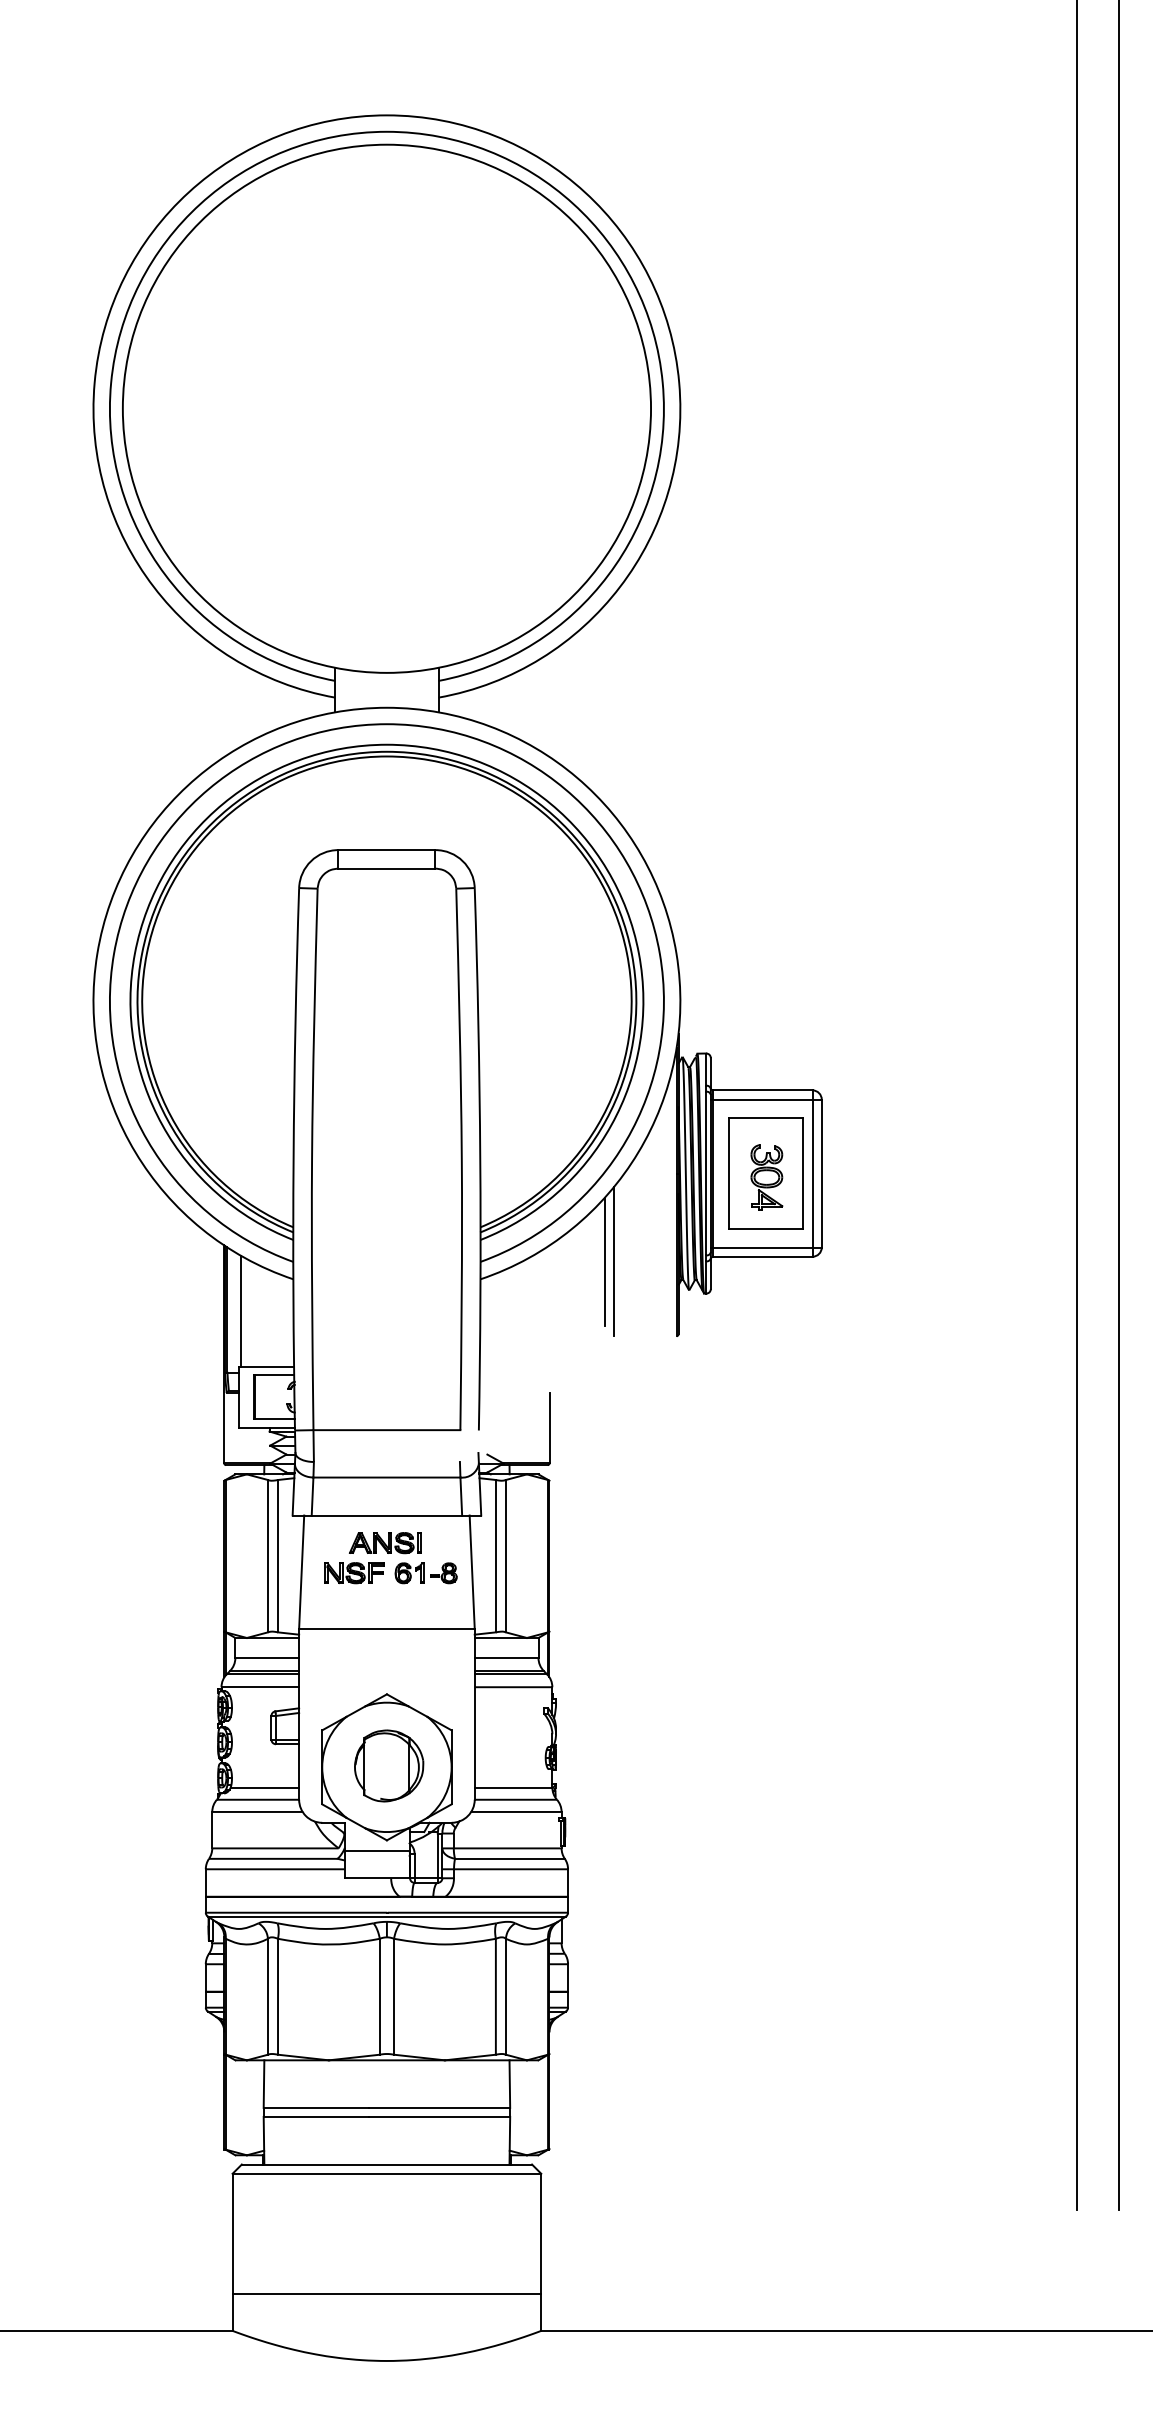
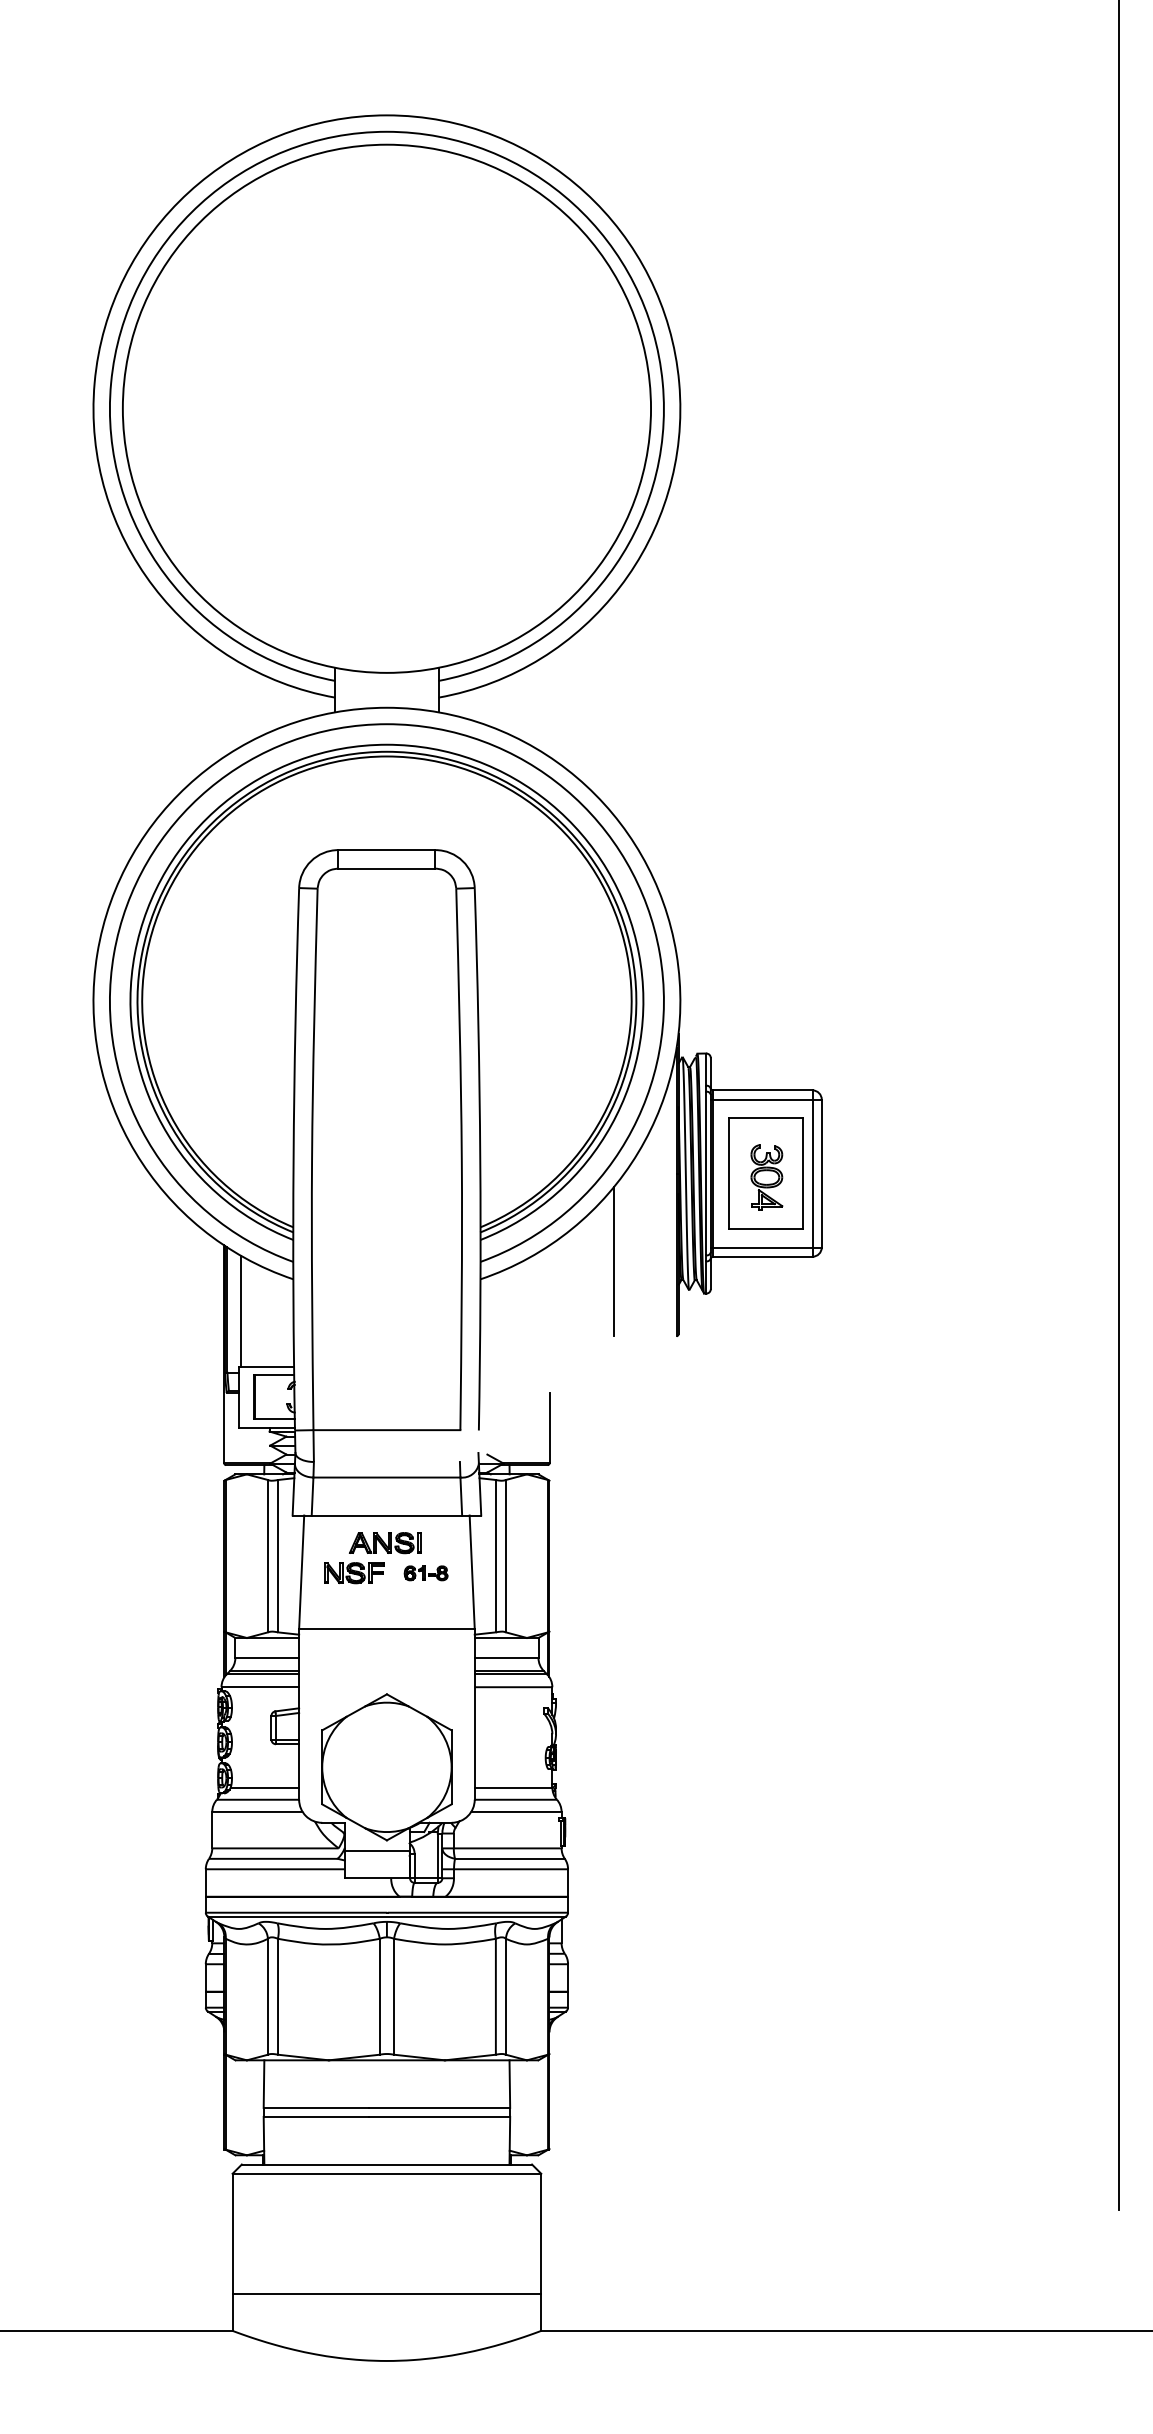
line at (1076, 1106): present -> none
line at (604, 1261): present -> none
part at (425, 1573) size: 64x23 px -> 46x17 px
part at (389, 1765): present -> none
